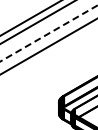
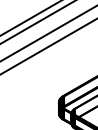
line at (49, 33): dashed -> solid
